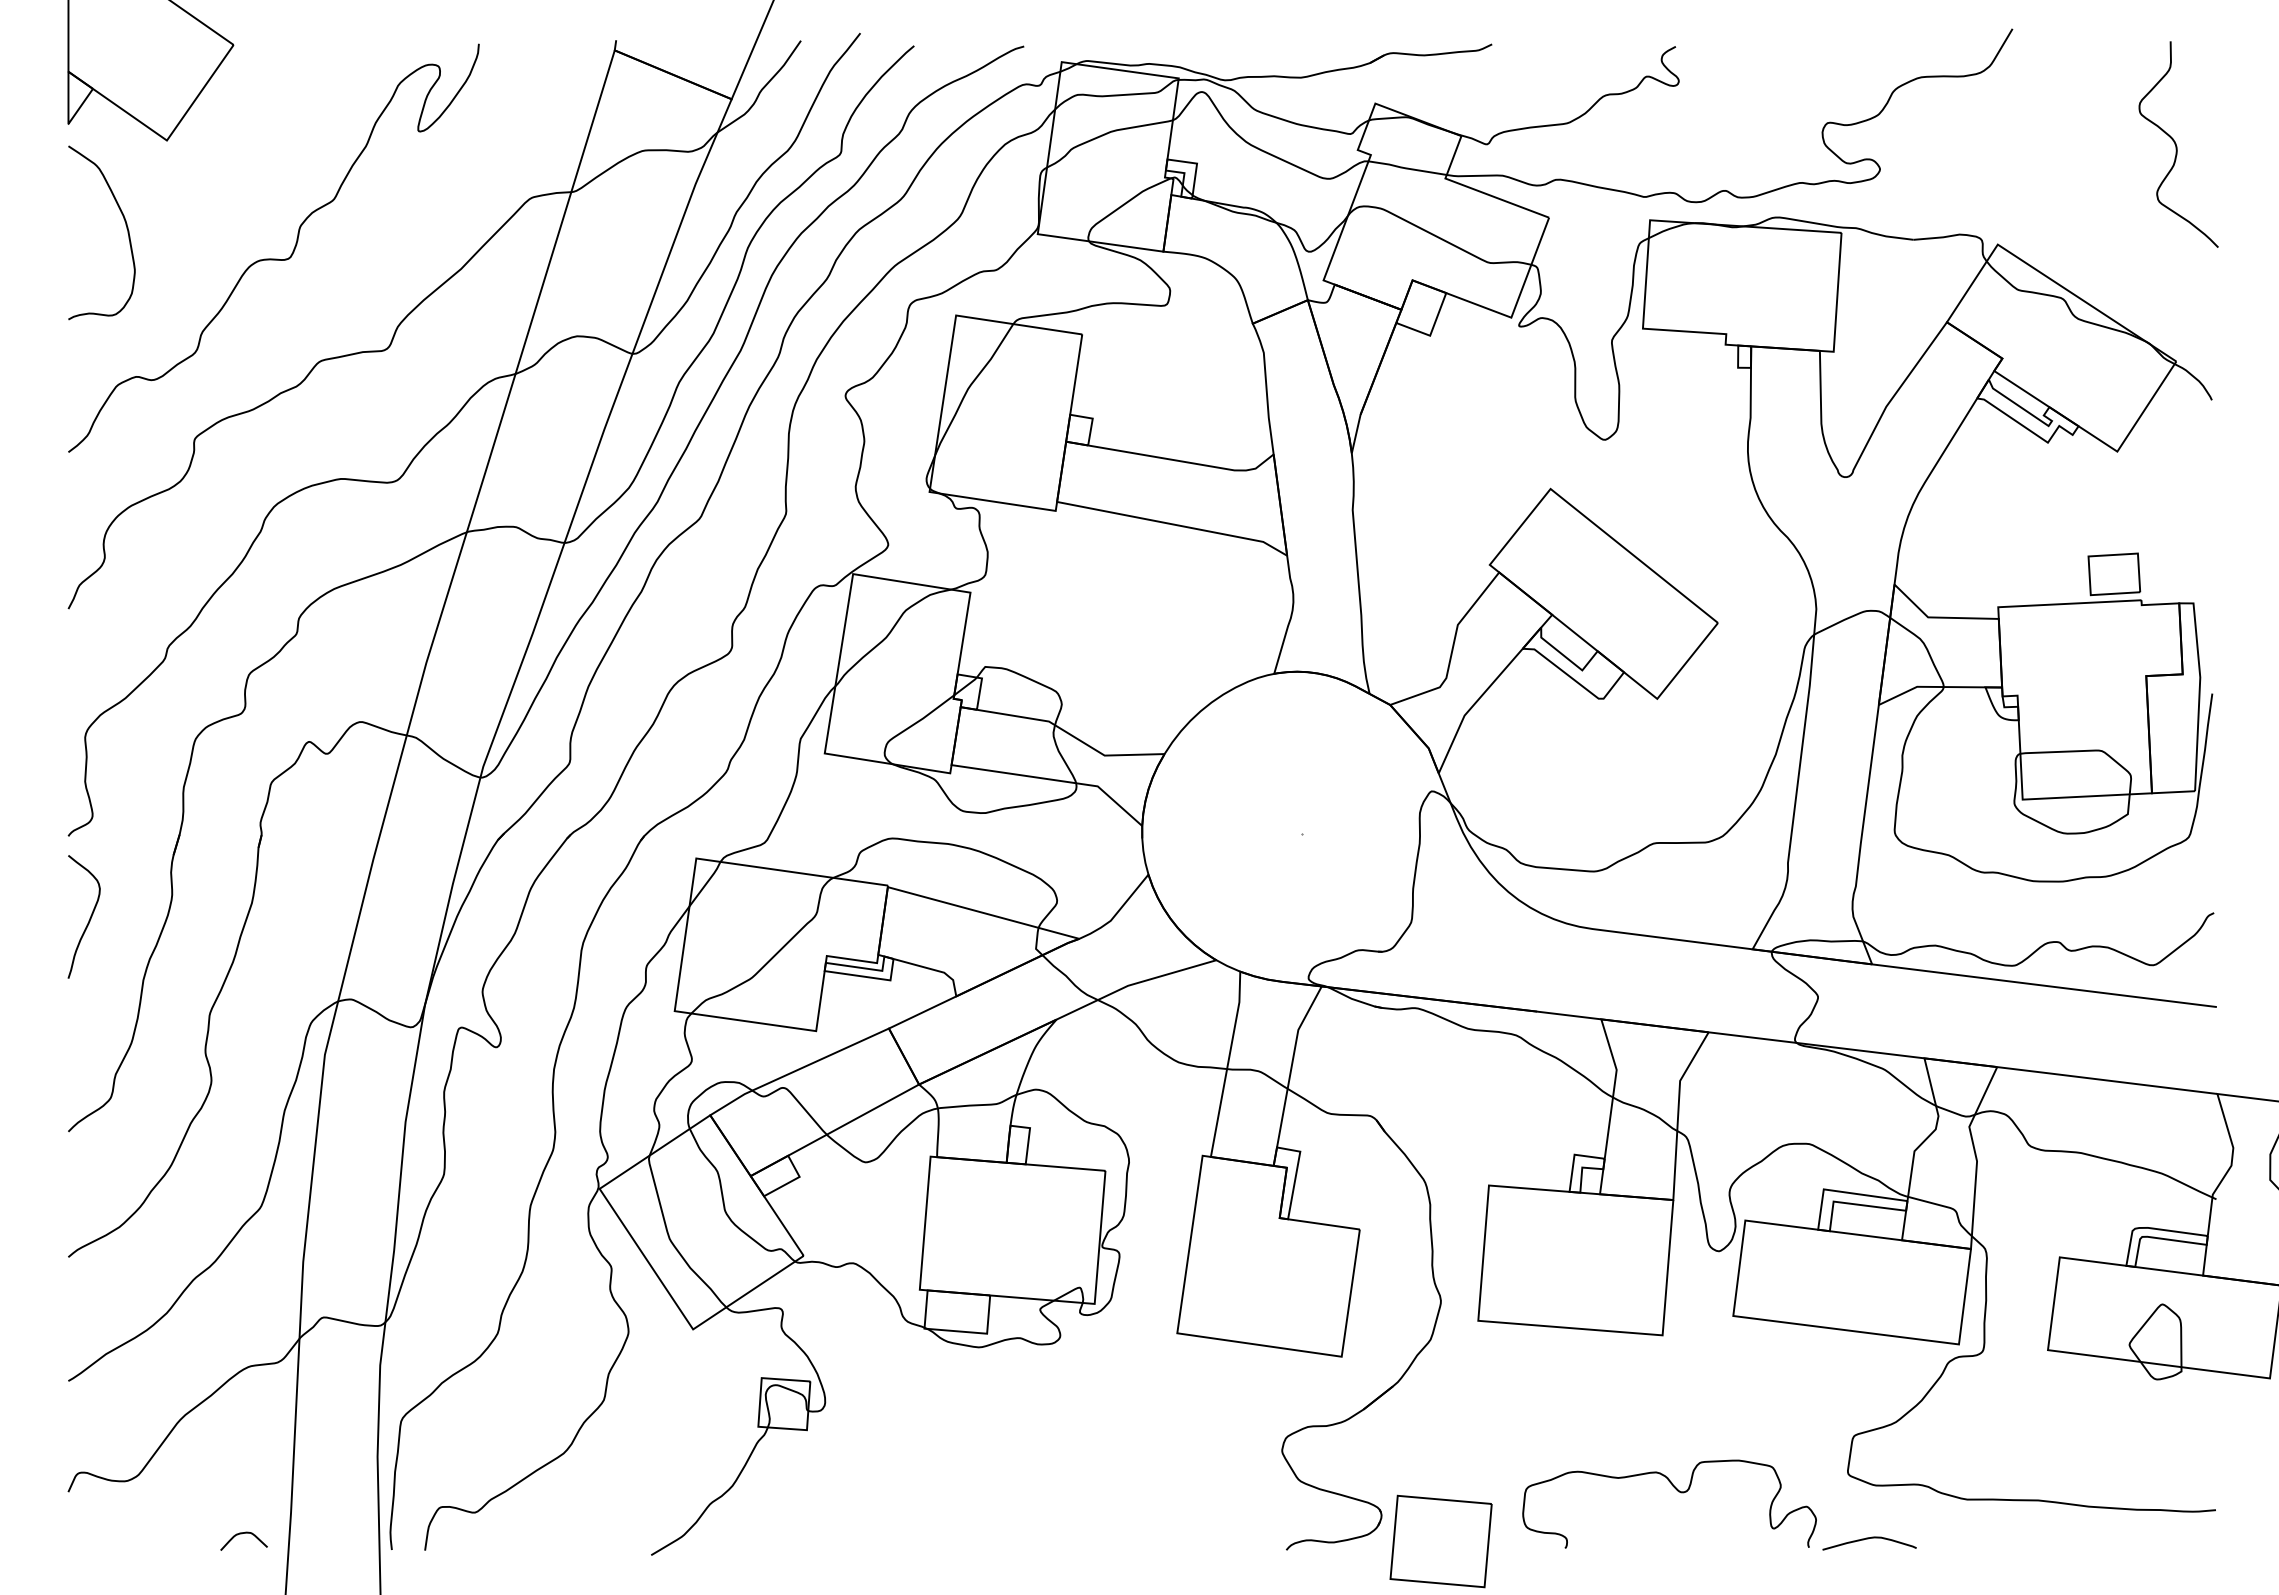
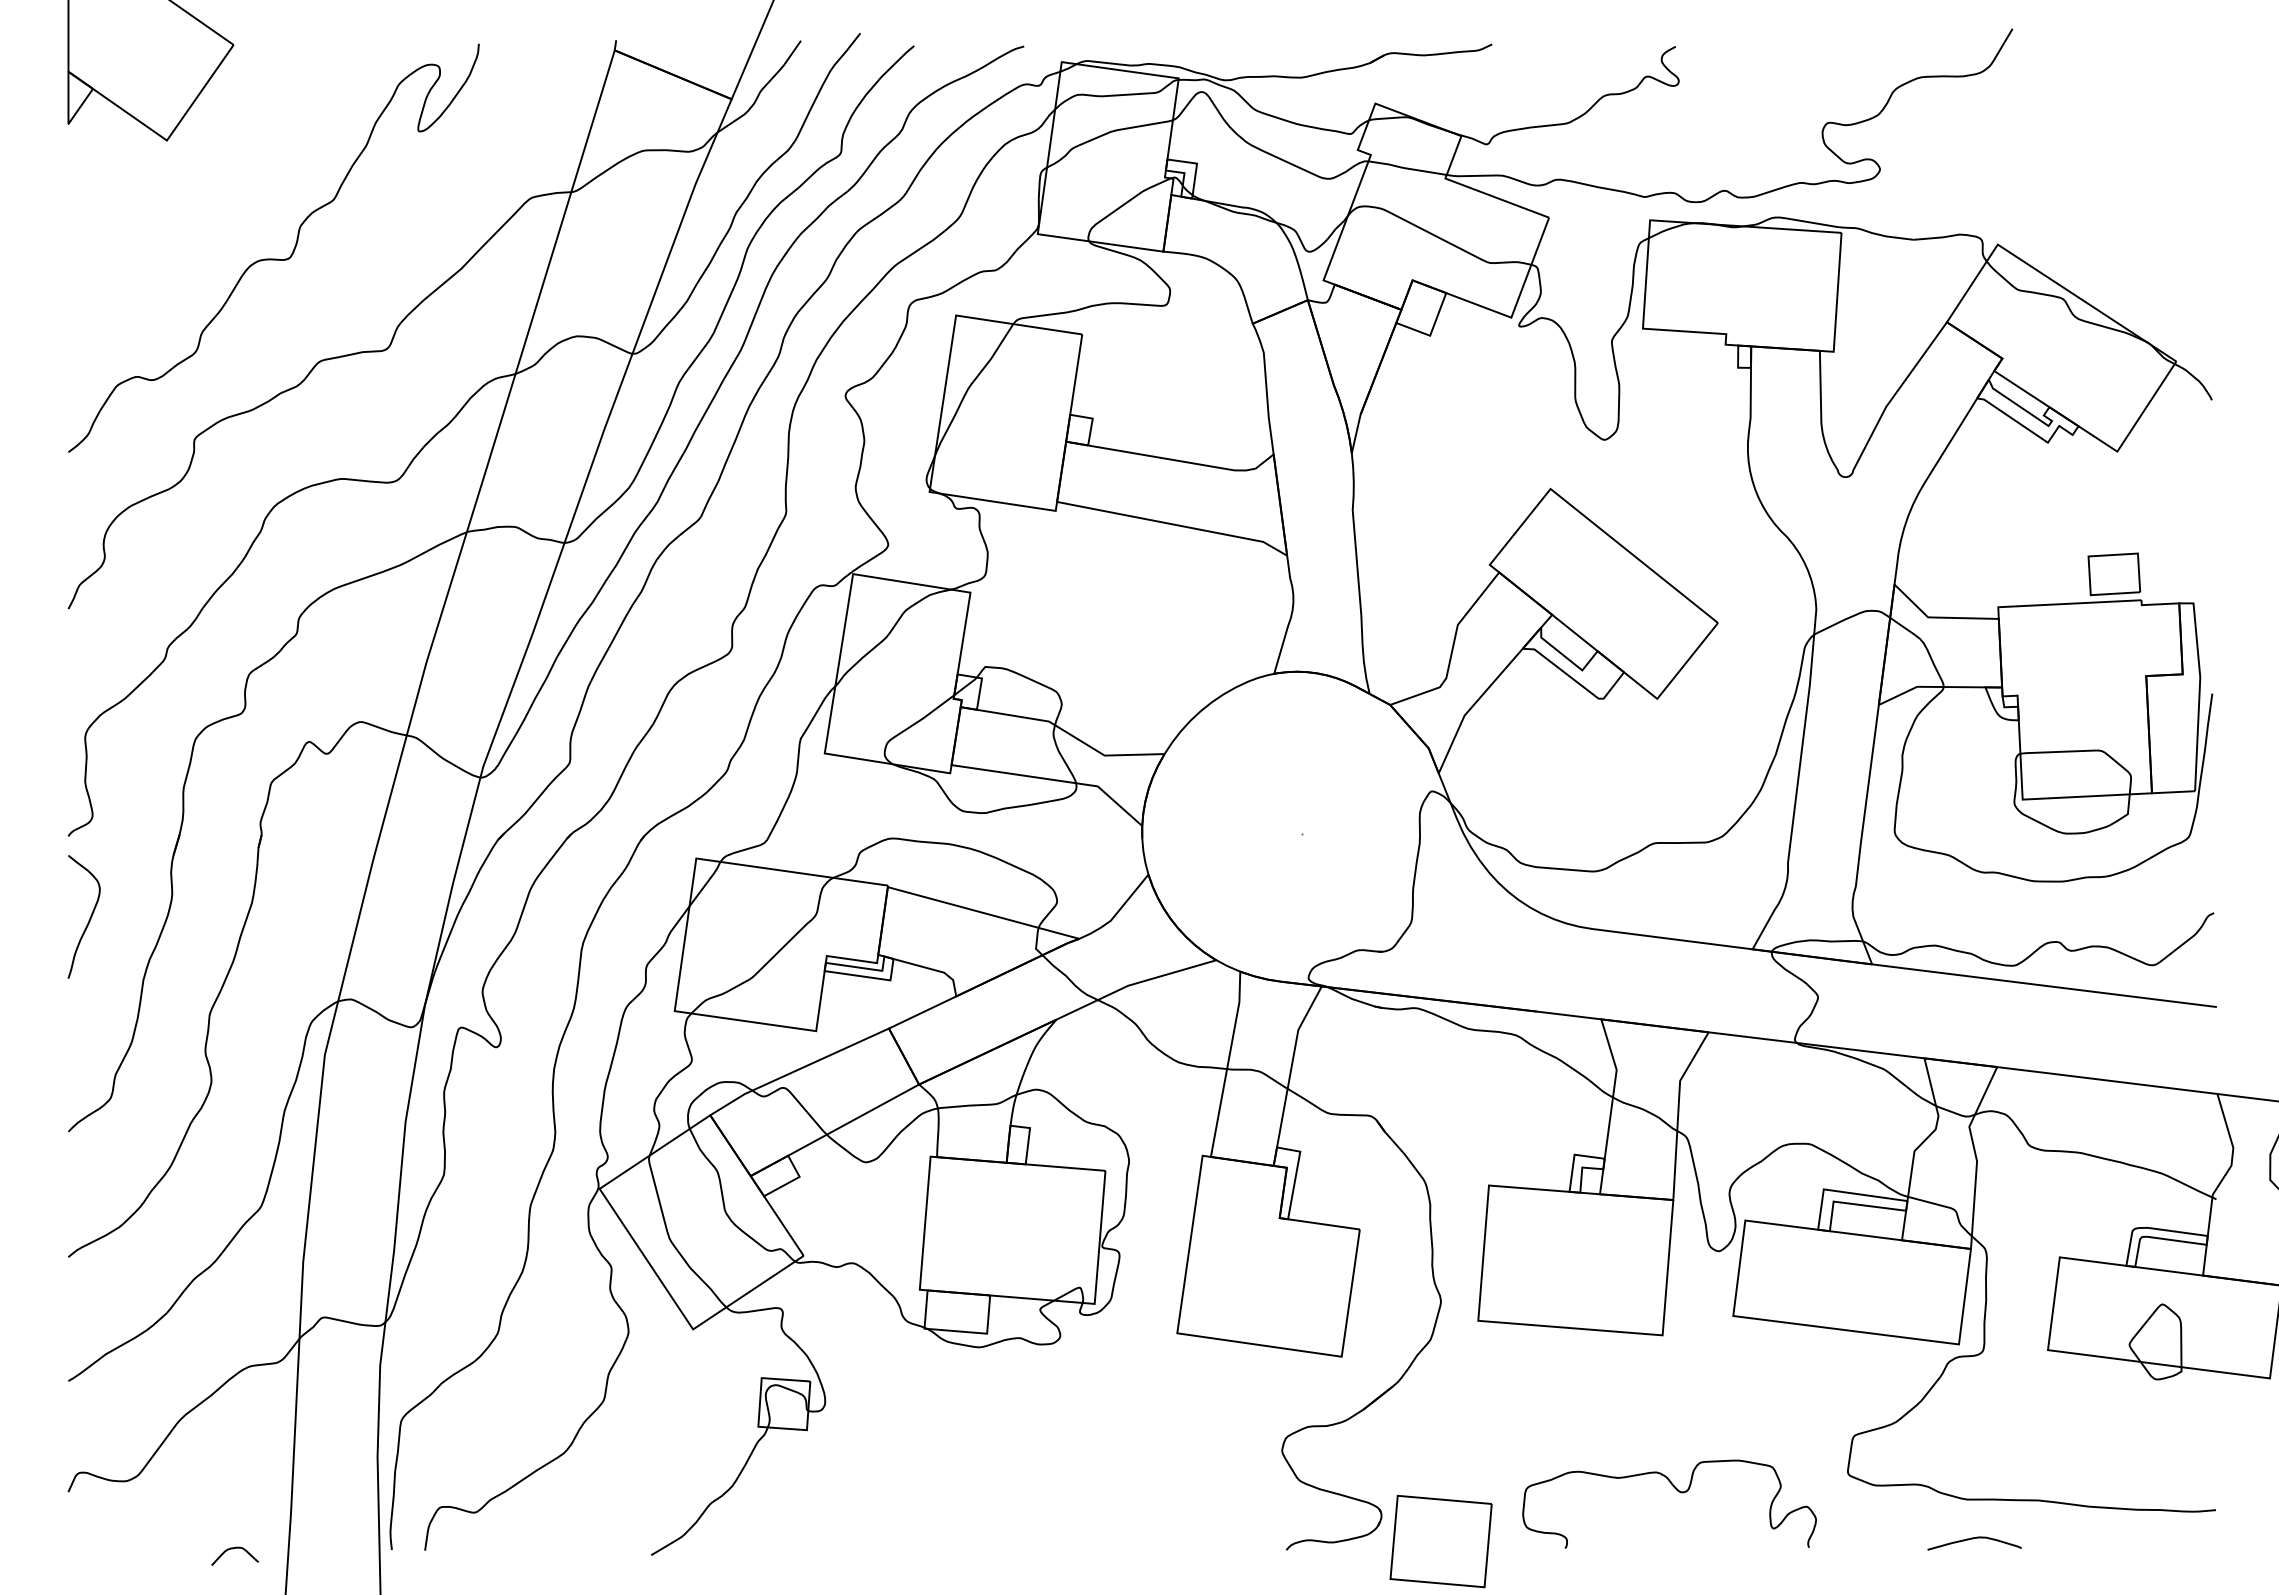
curve at (2176, 144): present -> none
curve at (125, 225): present -> none
curve at (242, 1534) position: (242, 1534) -> (233, 1549)
curve at (1868, 1539) position: (1868, 1539) -> (1973, 1539)
